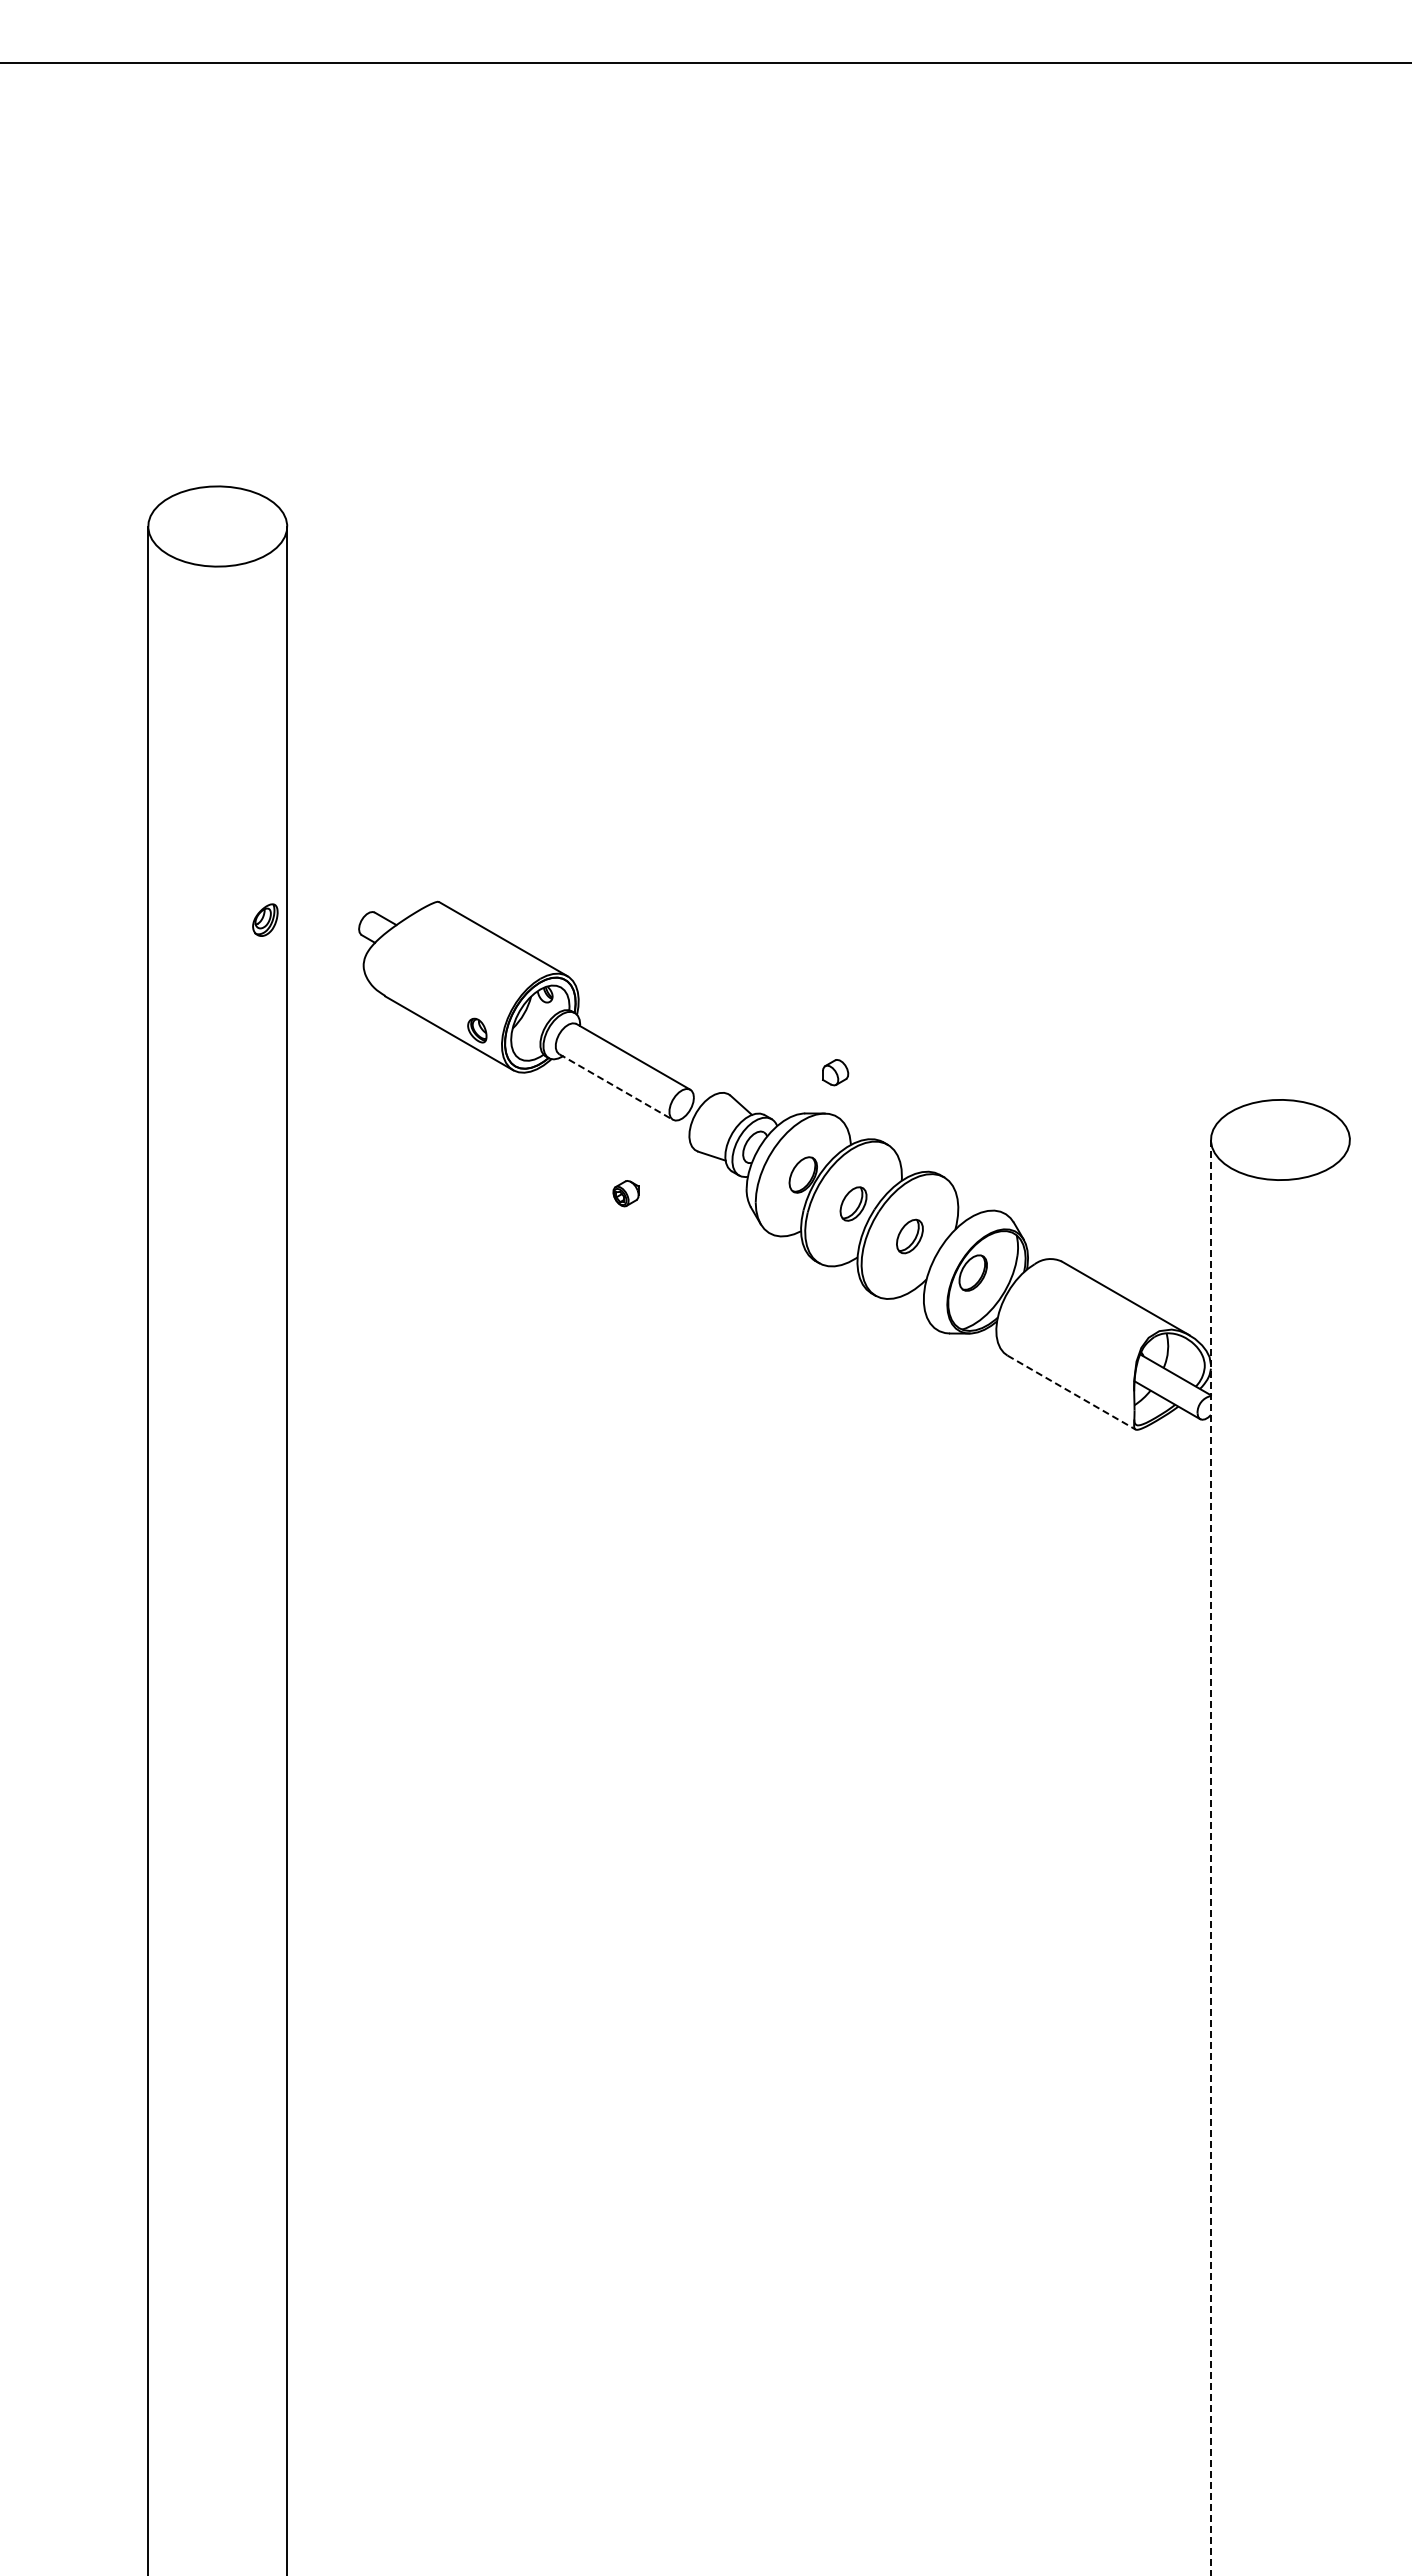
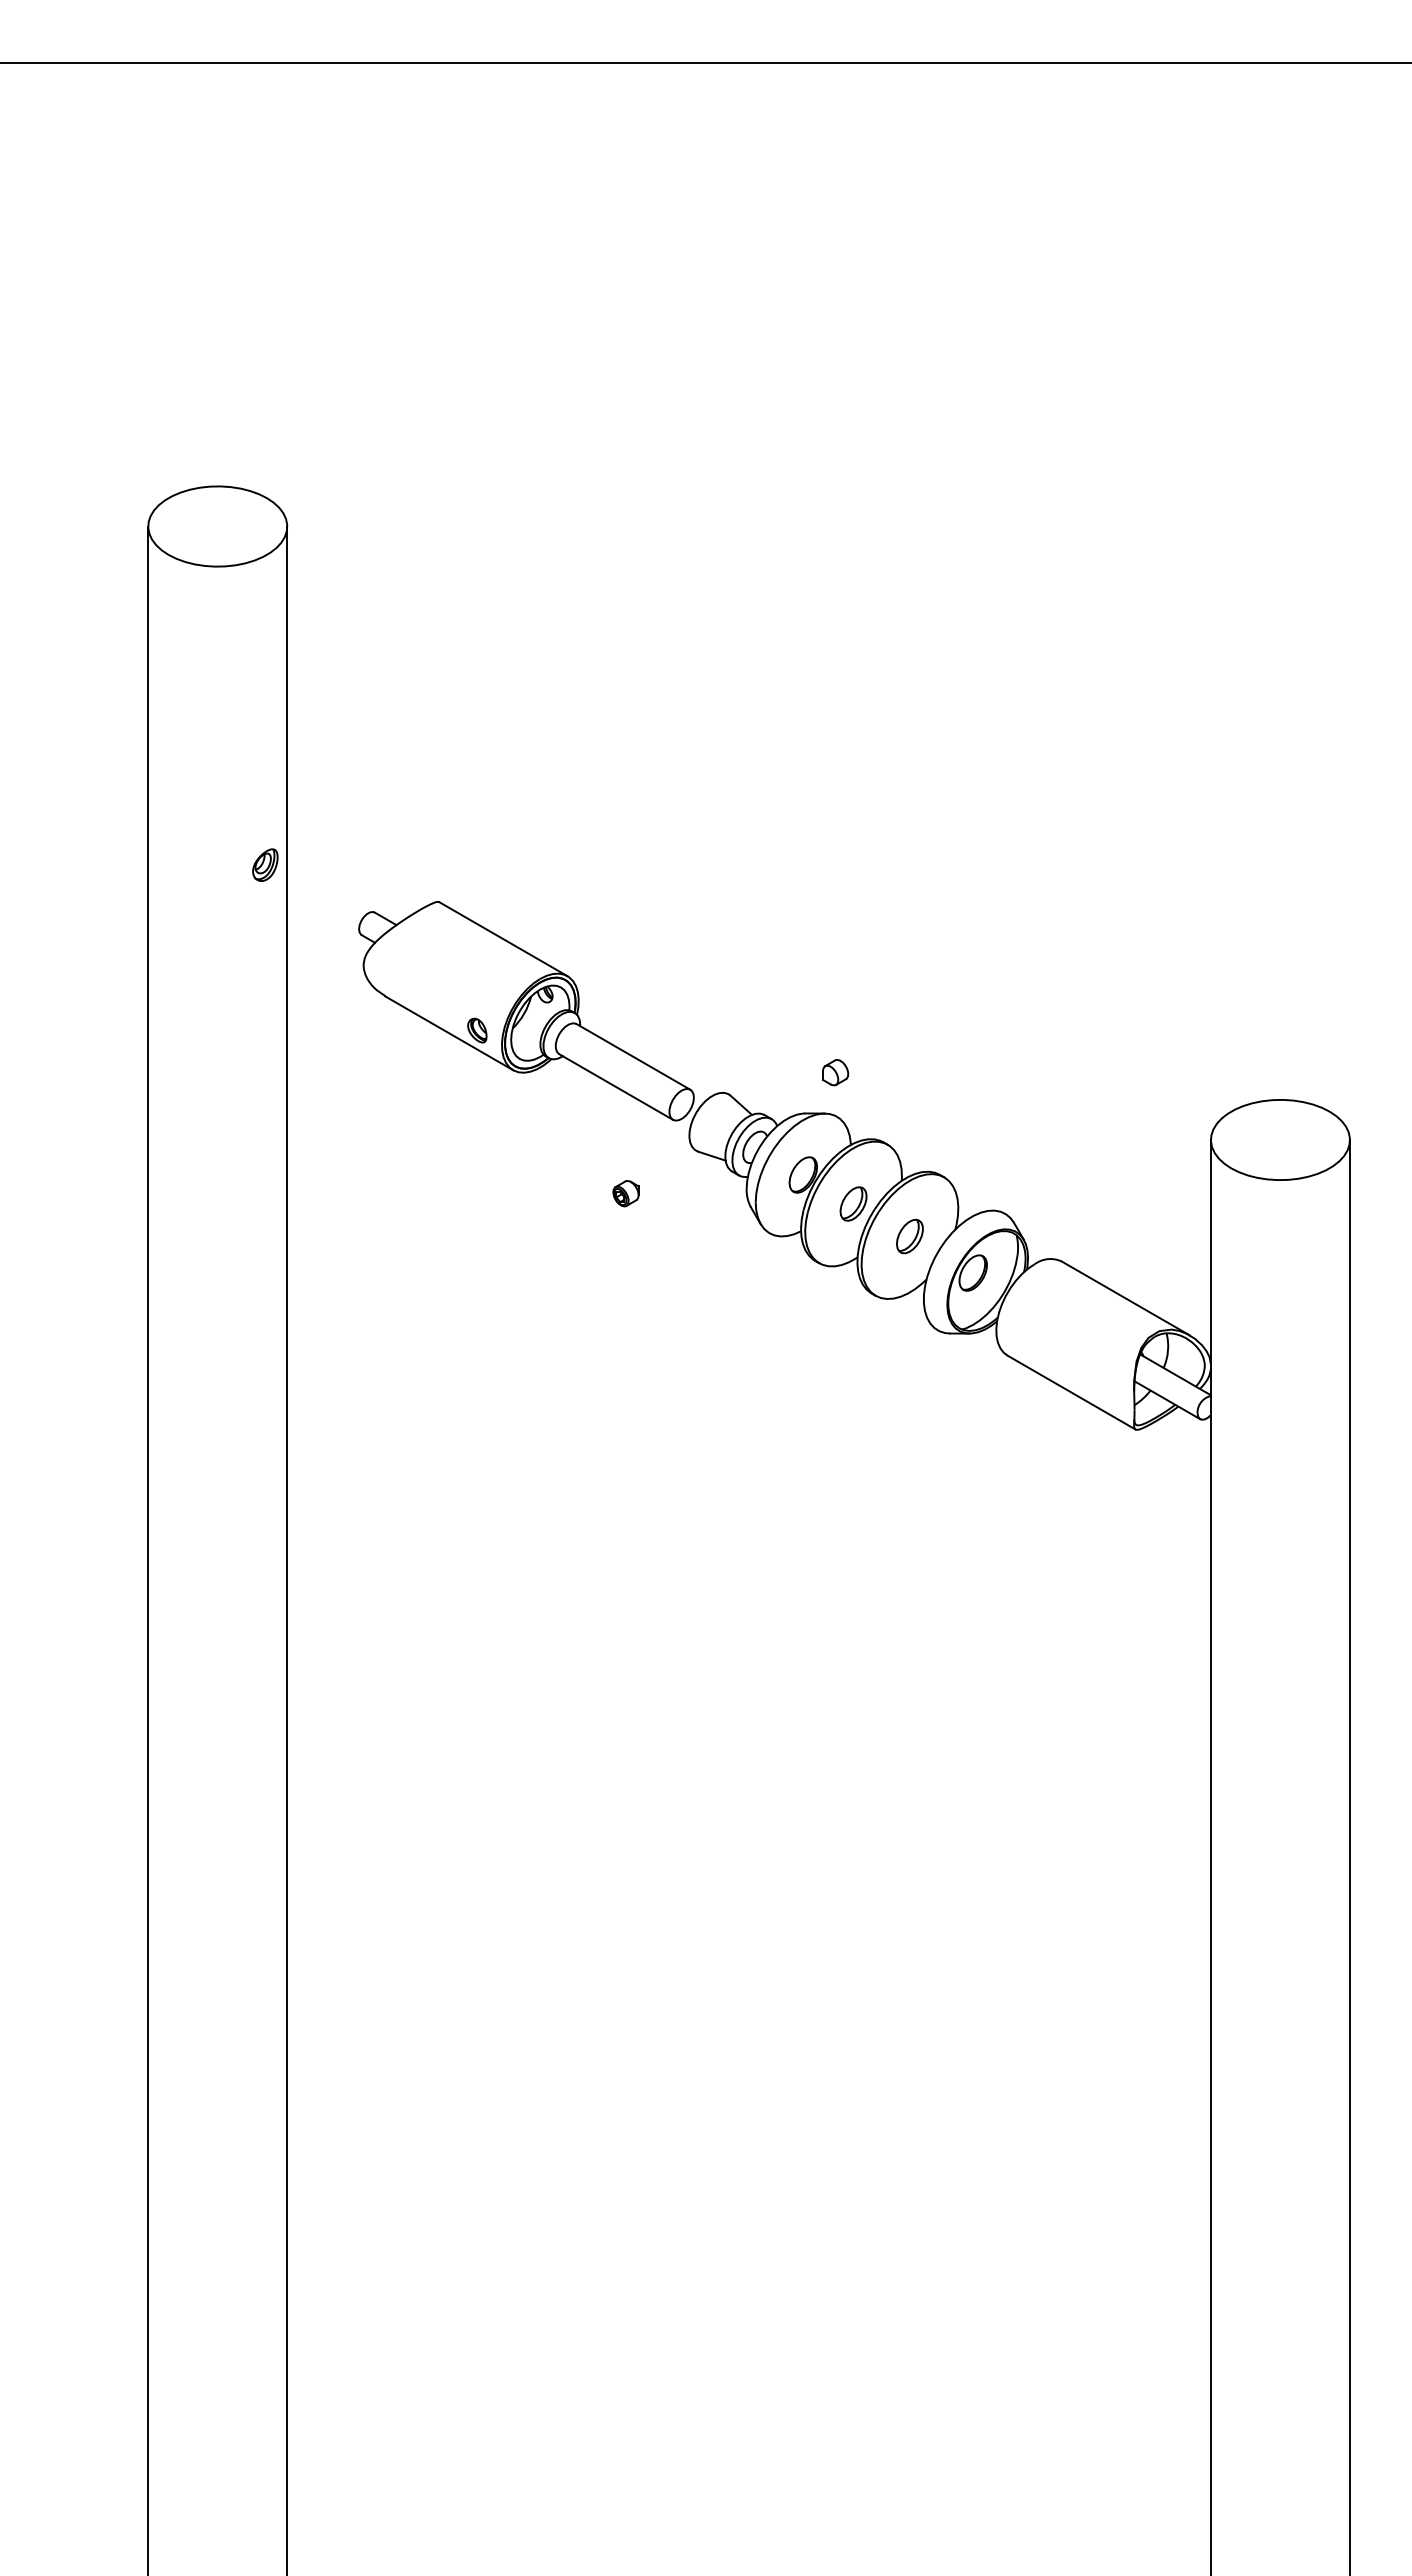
part at (265, 919) position: (265, 919) -> (265, 864)
line at (616, 1087): dashed -> solid
line at (1071, 1392): dashed -> solid
line at (1349, 1856): none -> present
line at (1210, 1858): dashed -> solid
